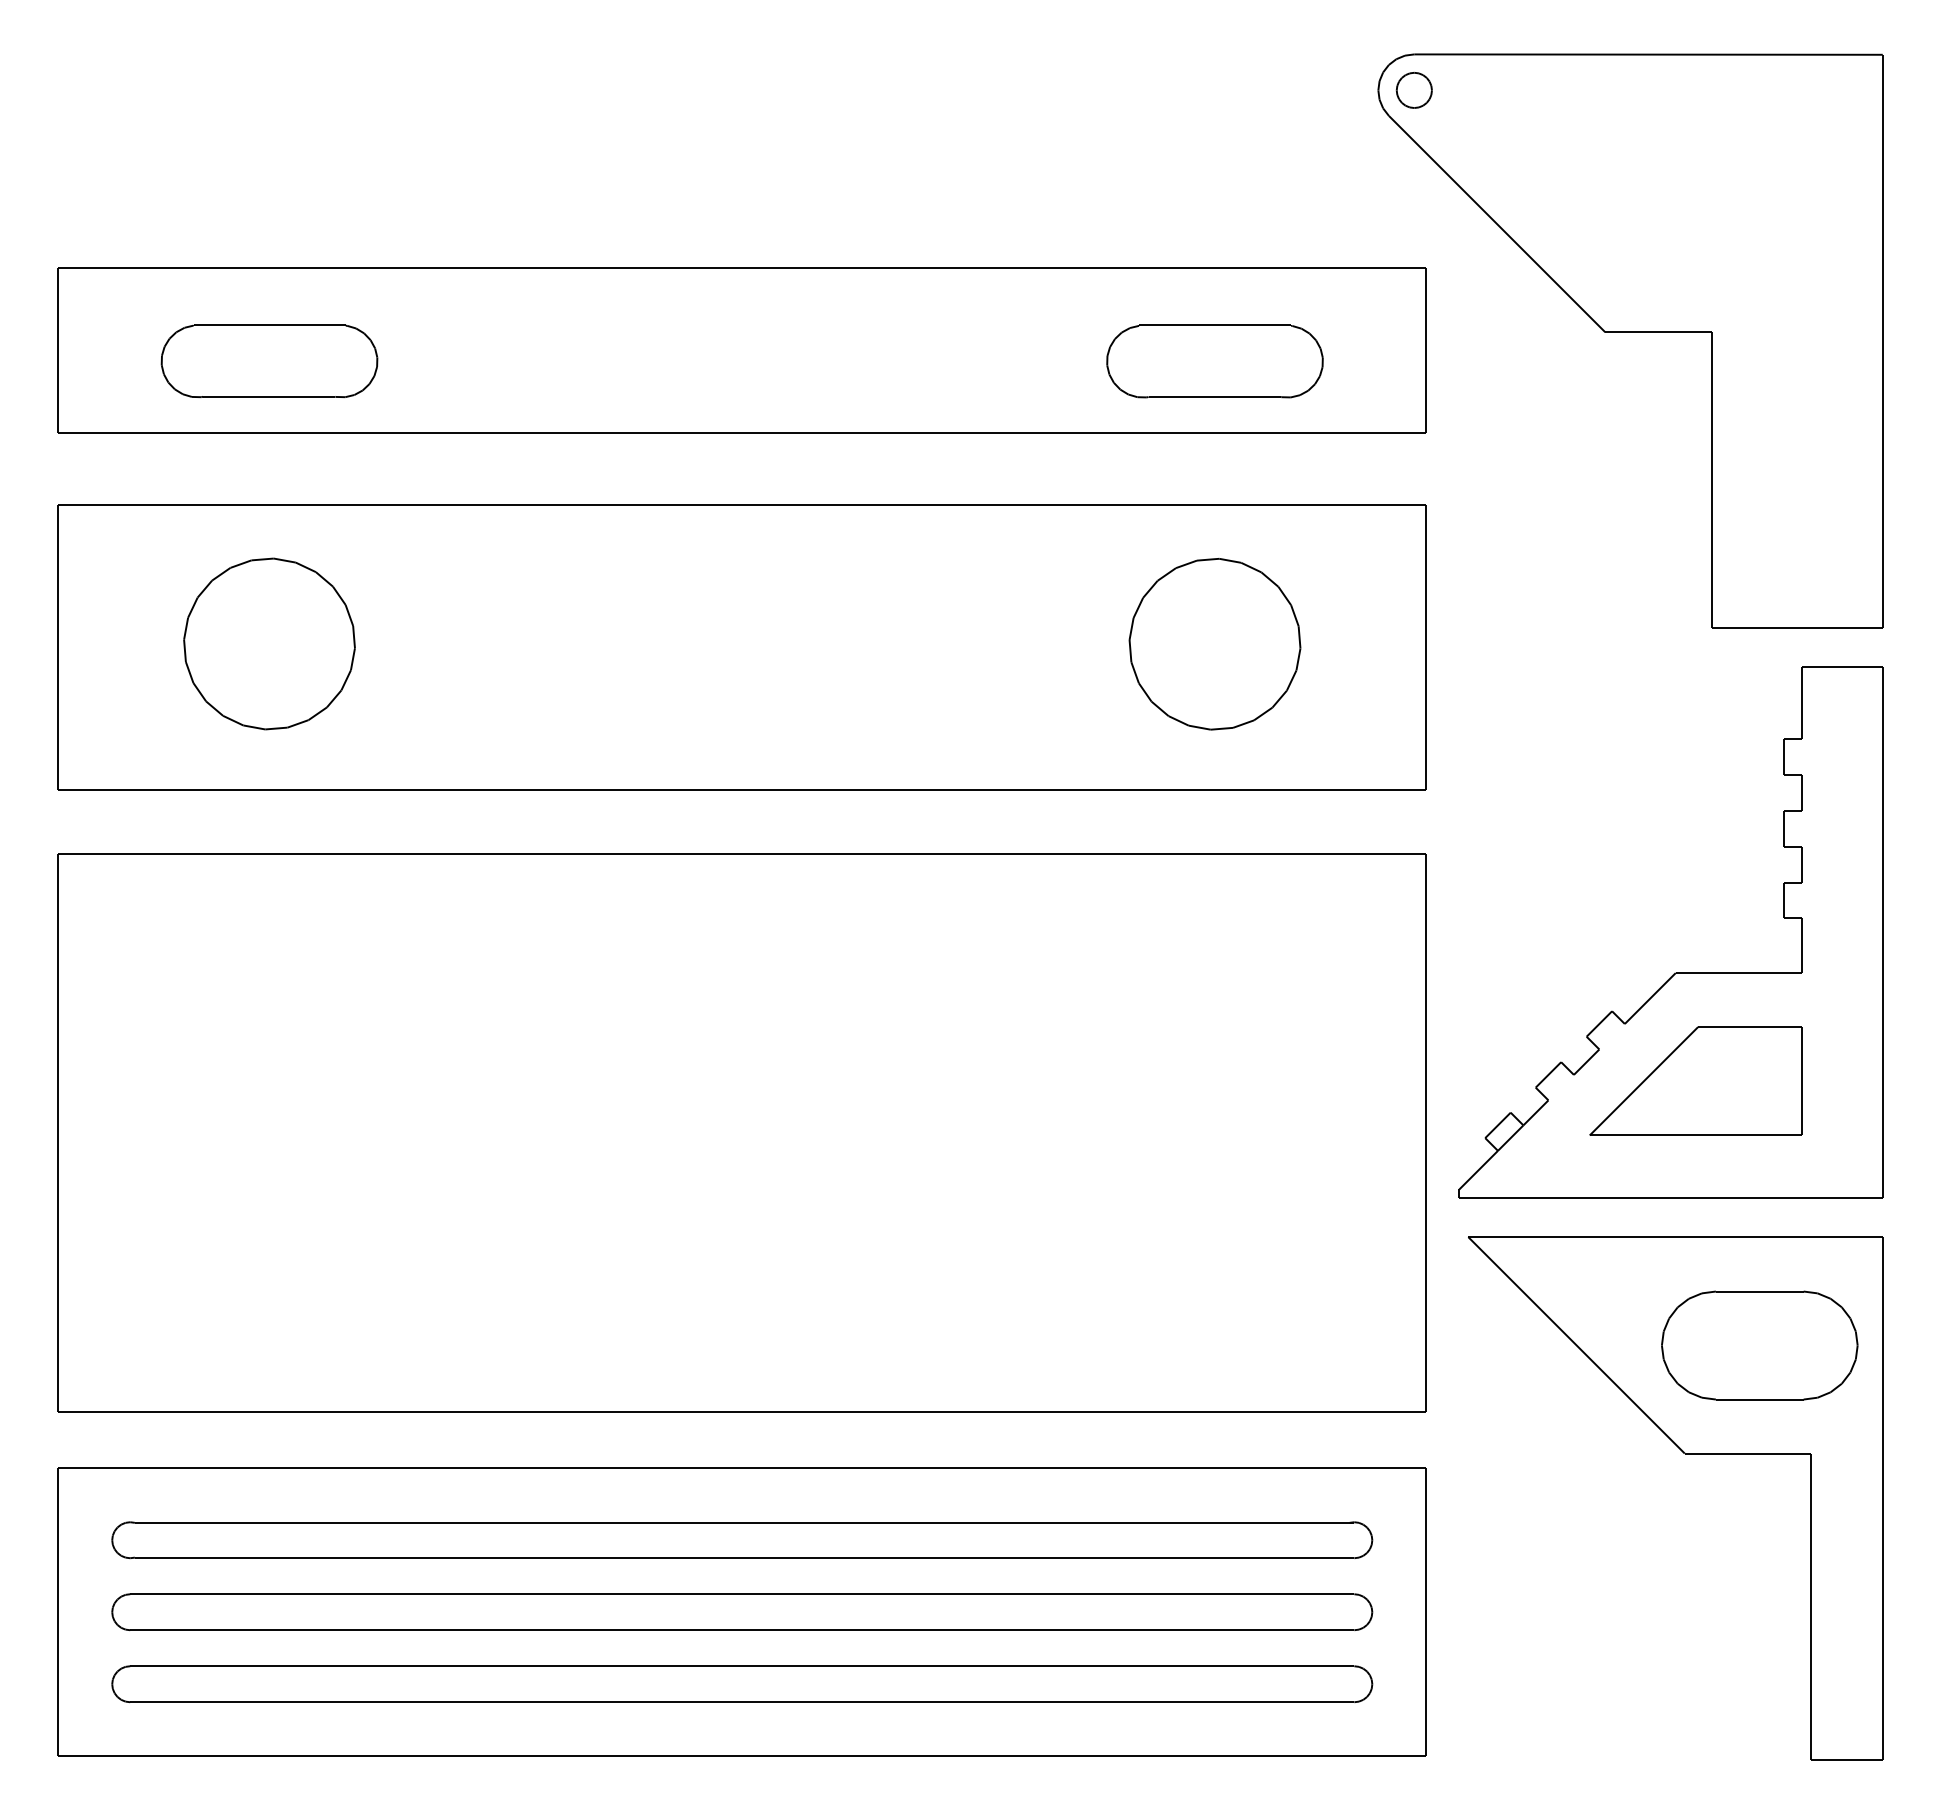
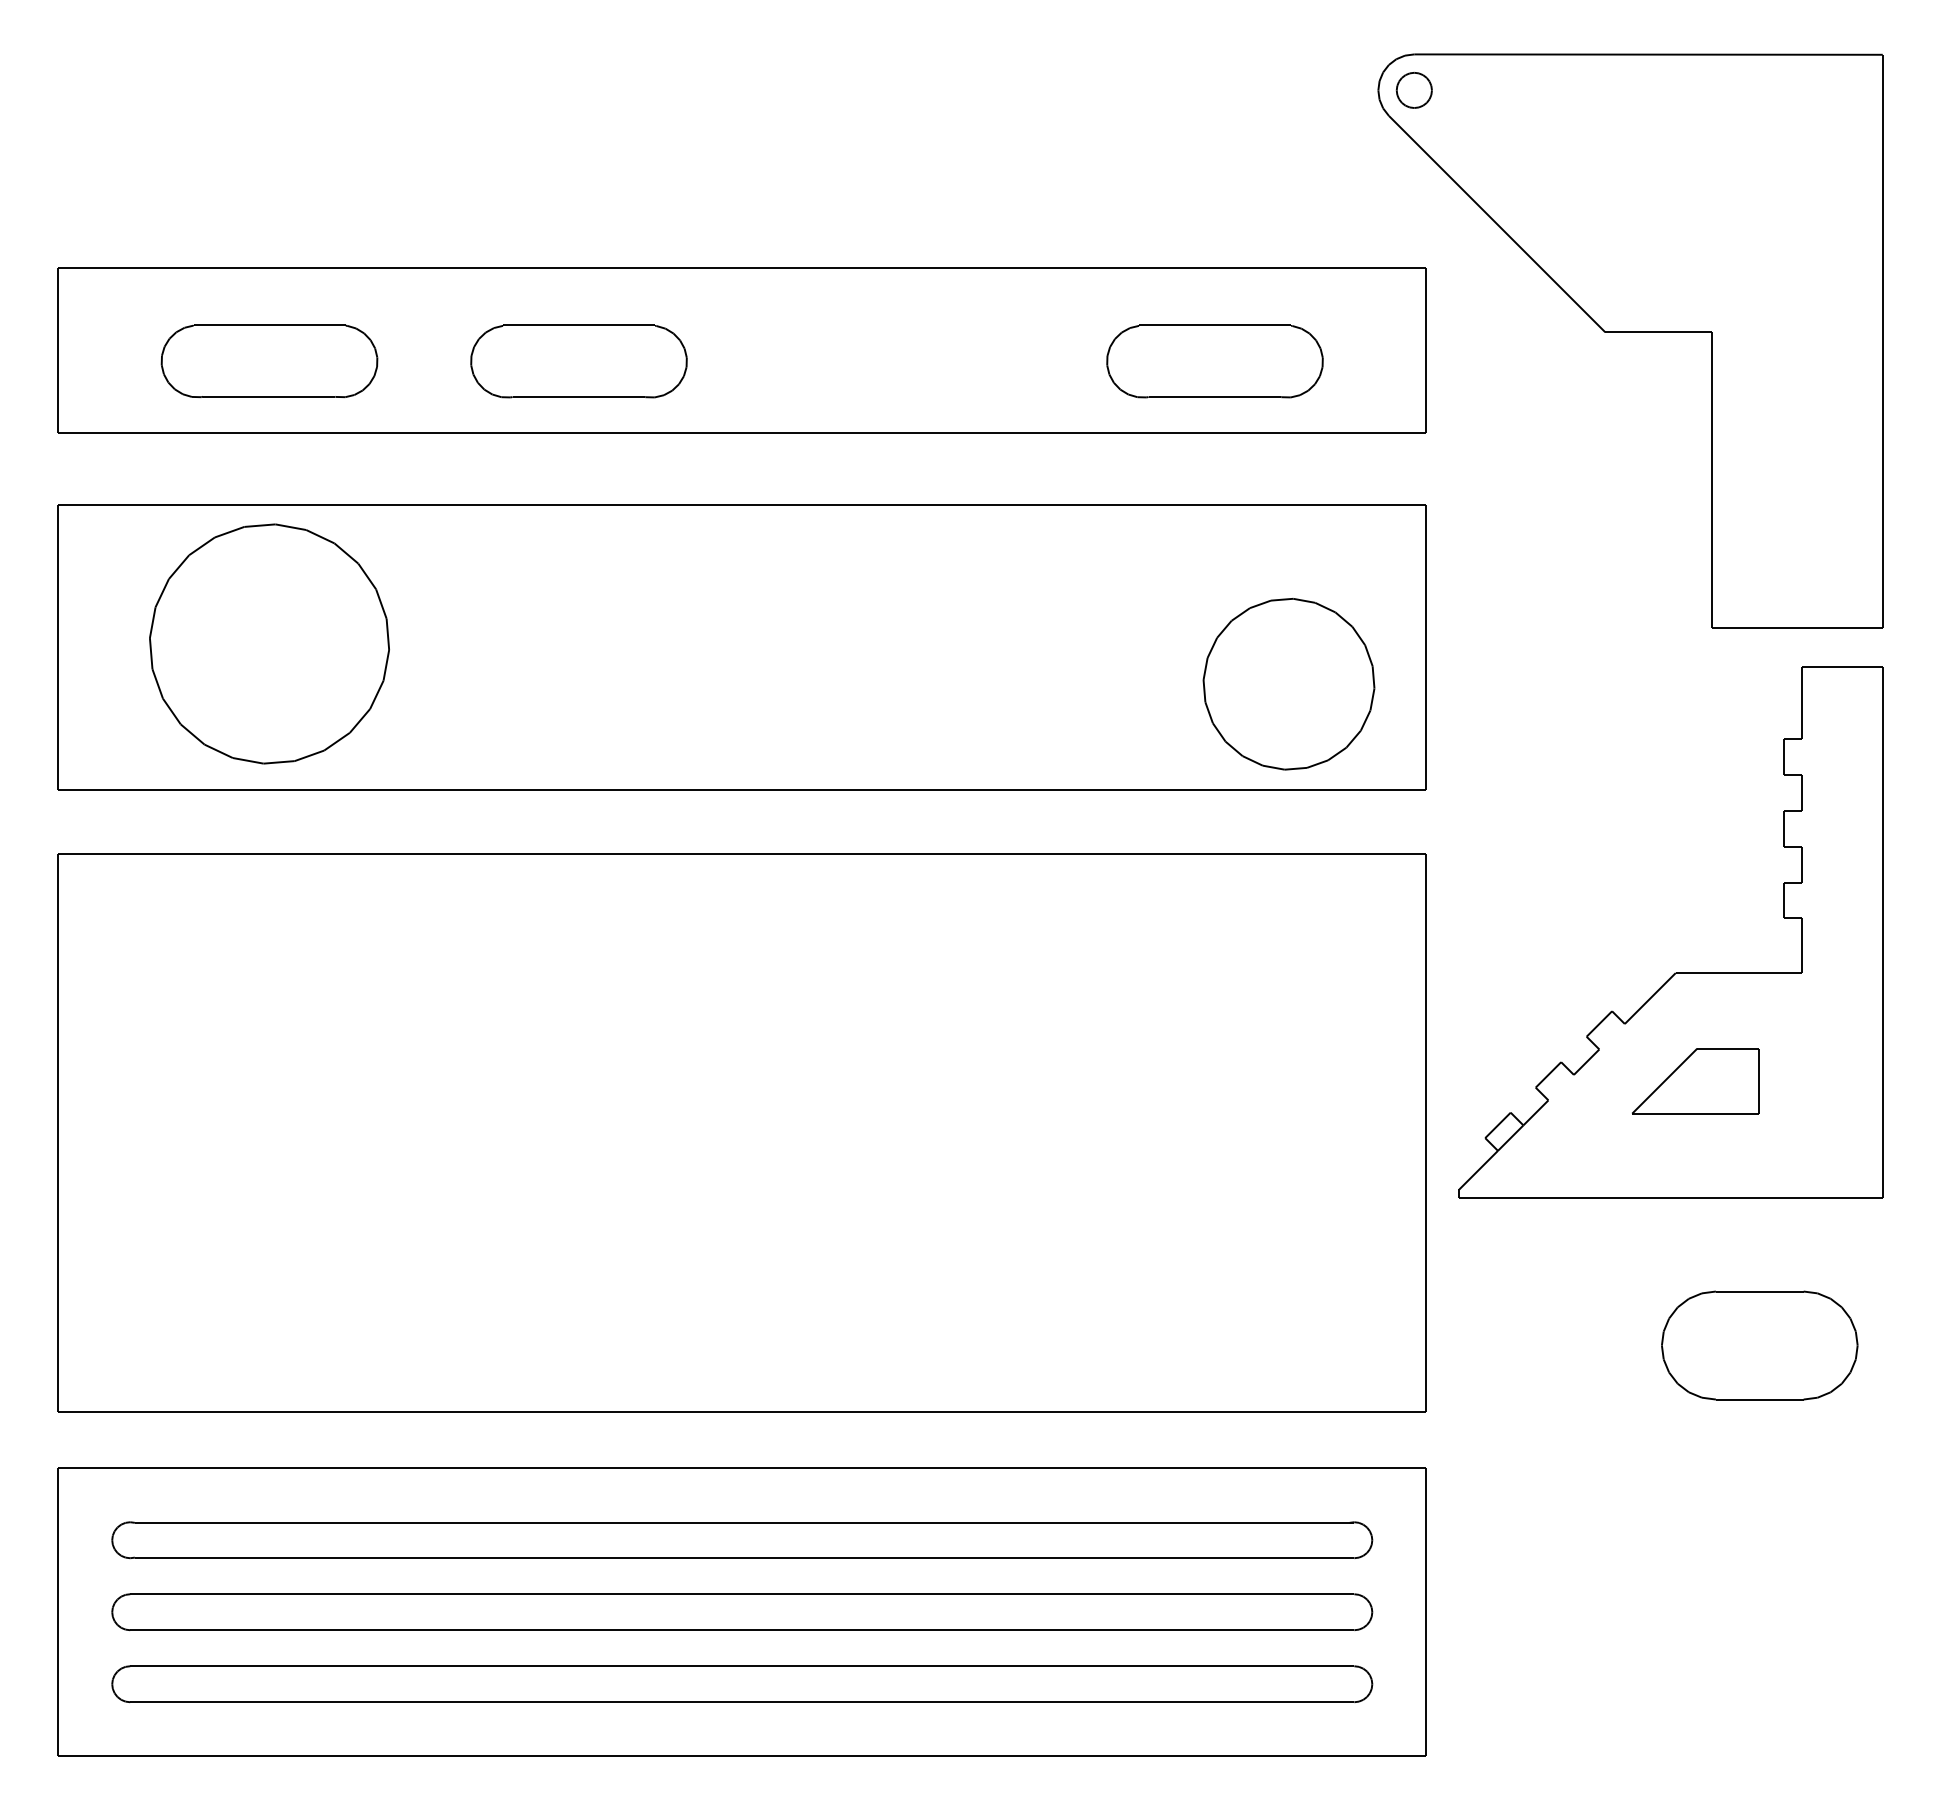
part at (578, 361): none -> present
part at (269, 643) size: 173x174 px -> 241x242 px
part at (1214, 644) position: (1214, 644) -> (1288, 684)
part at (1695, 1080) size: 214x110 px -> 128x67 px
part at (1685, 1454): present -> none
